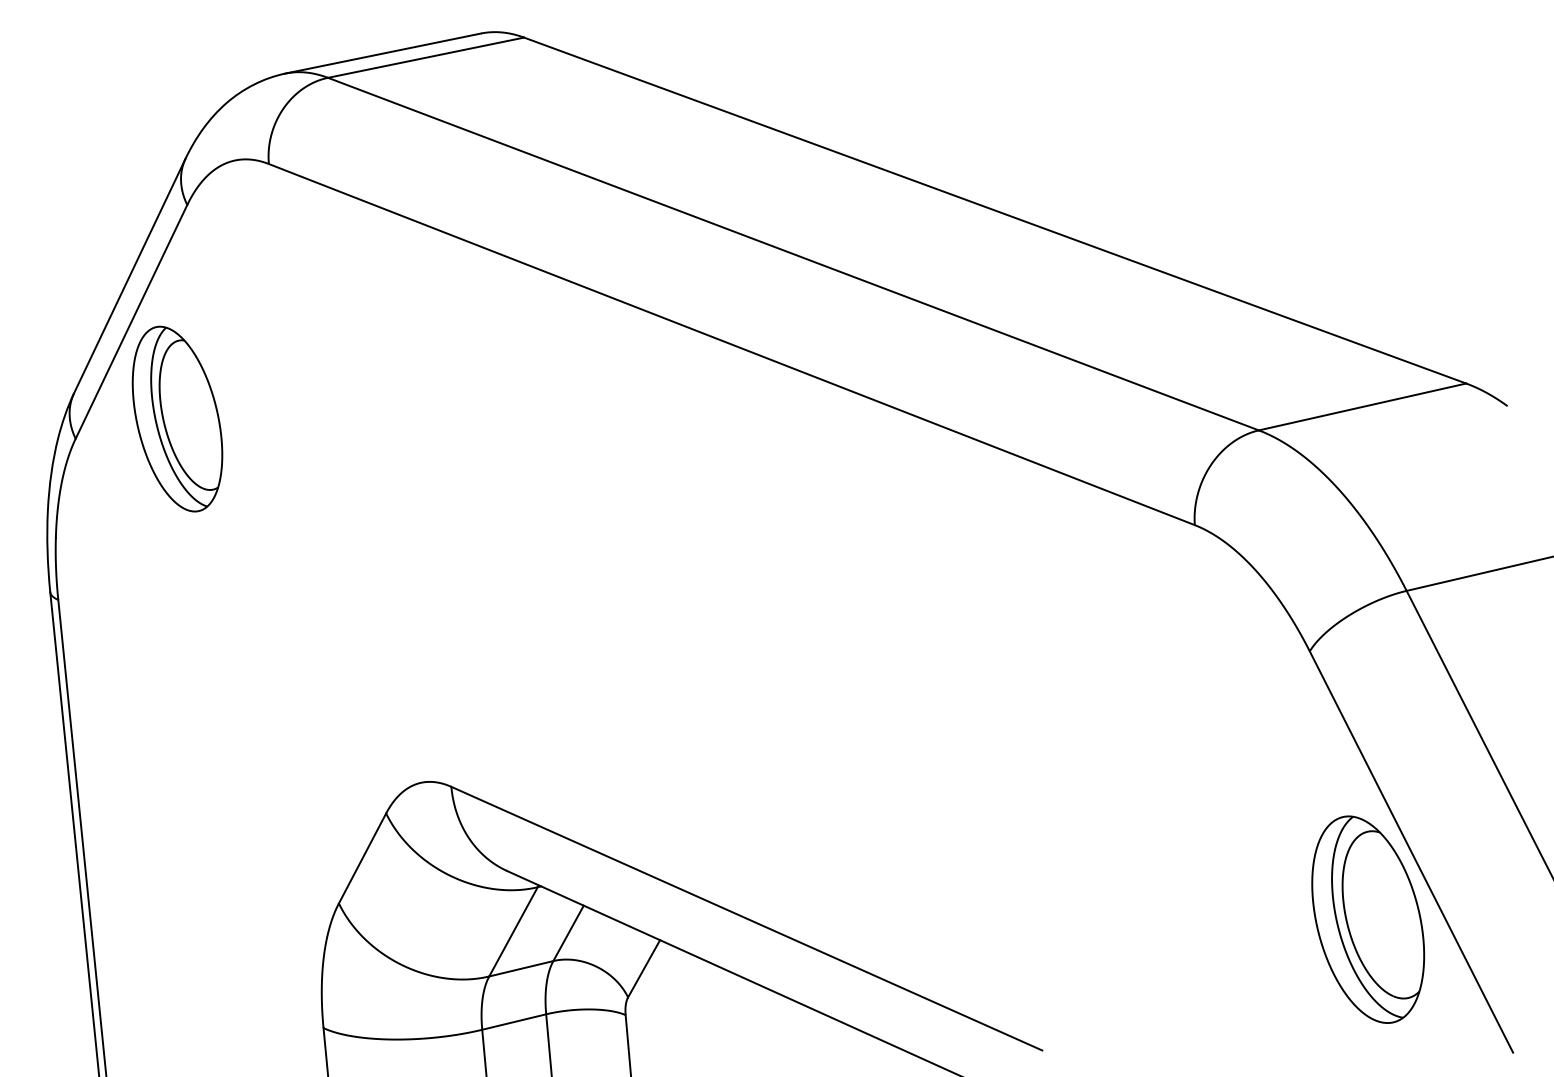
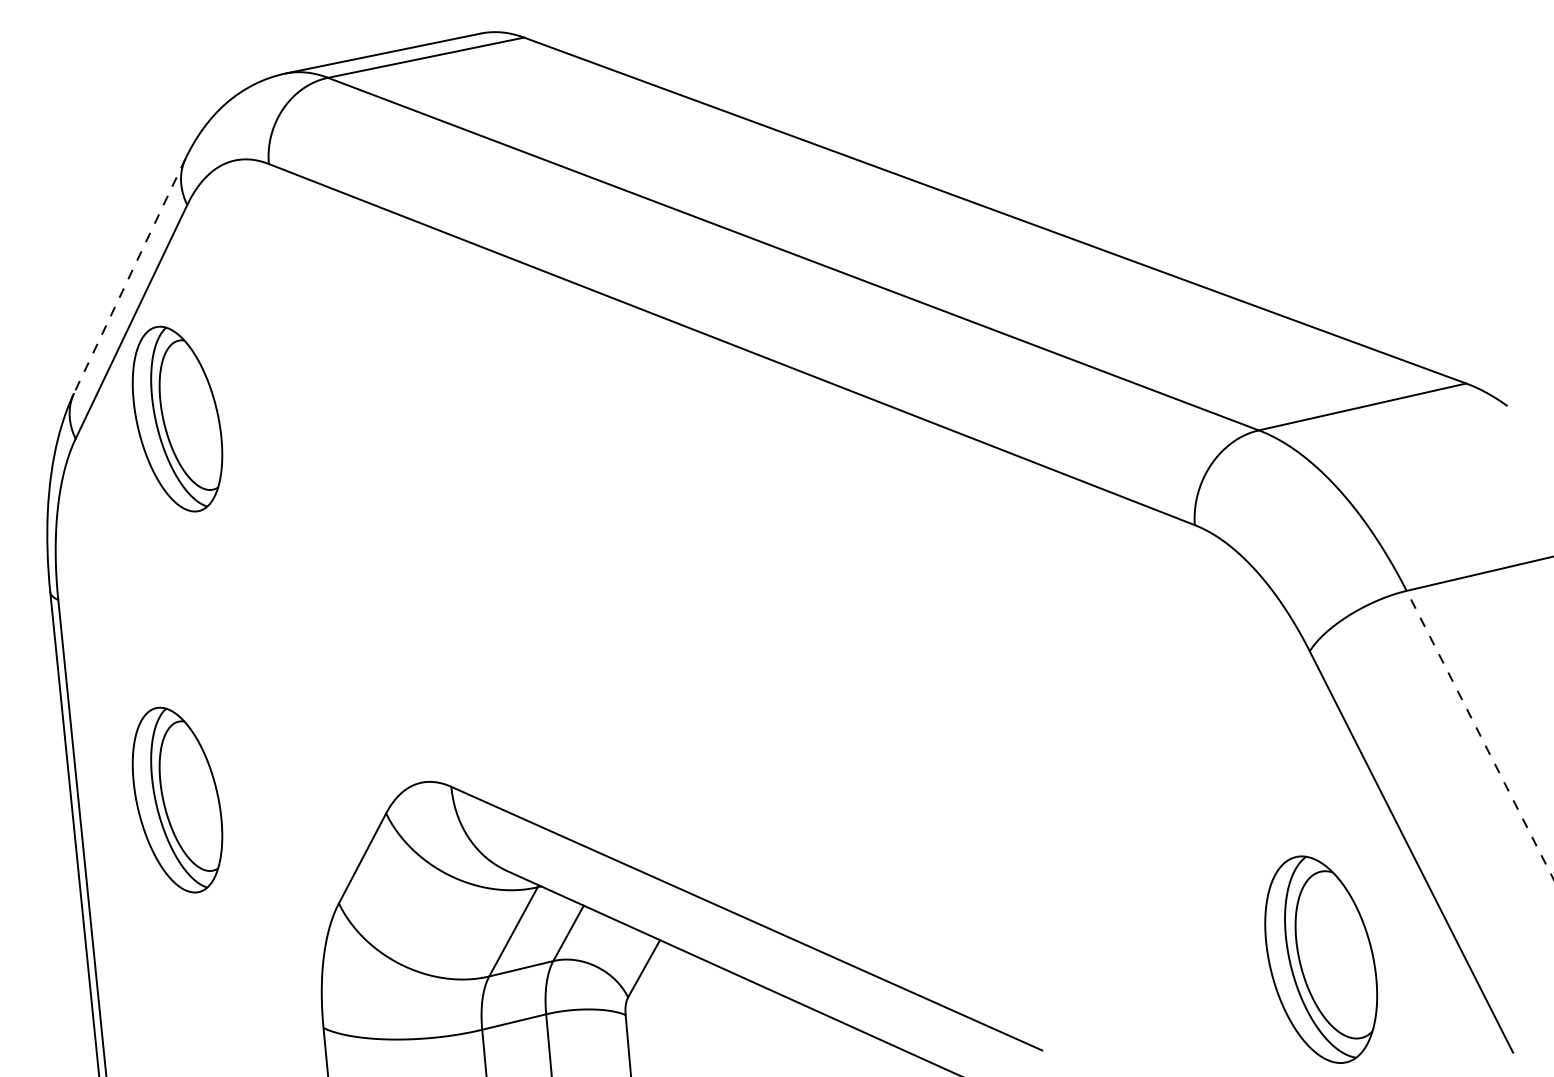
line at (129, 276): solid -> dashed
line at (1480, 735): solid -> dashed
part at (177, 799): none -> present
part at (1368, 919) position: (1368, 919) -> (1321, 959)
